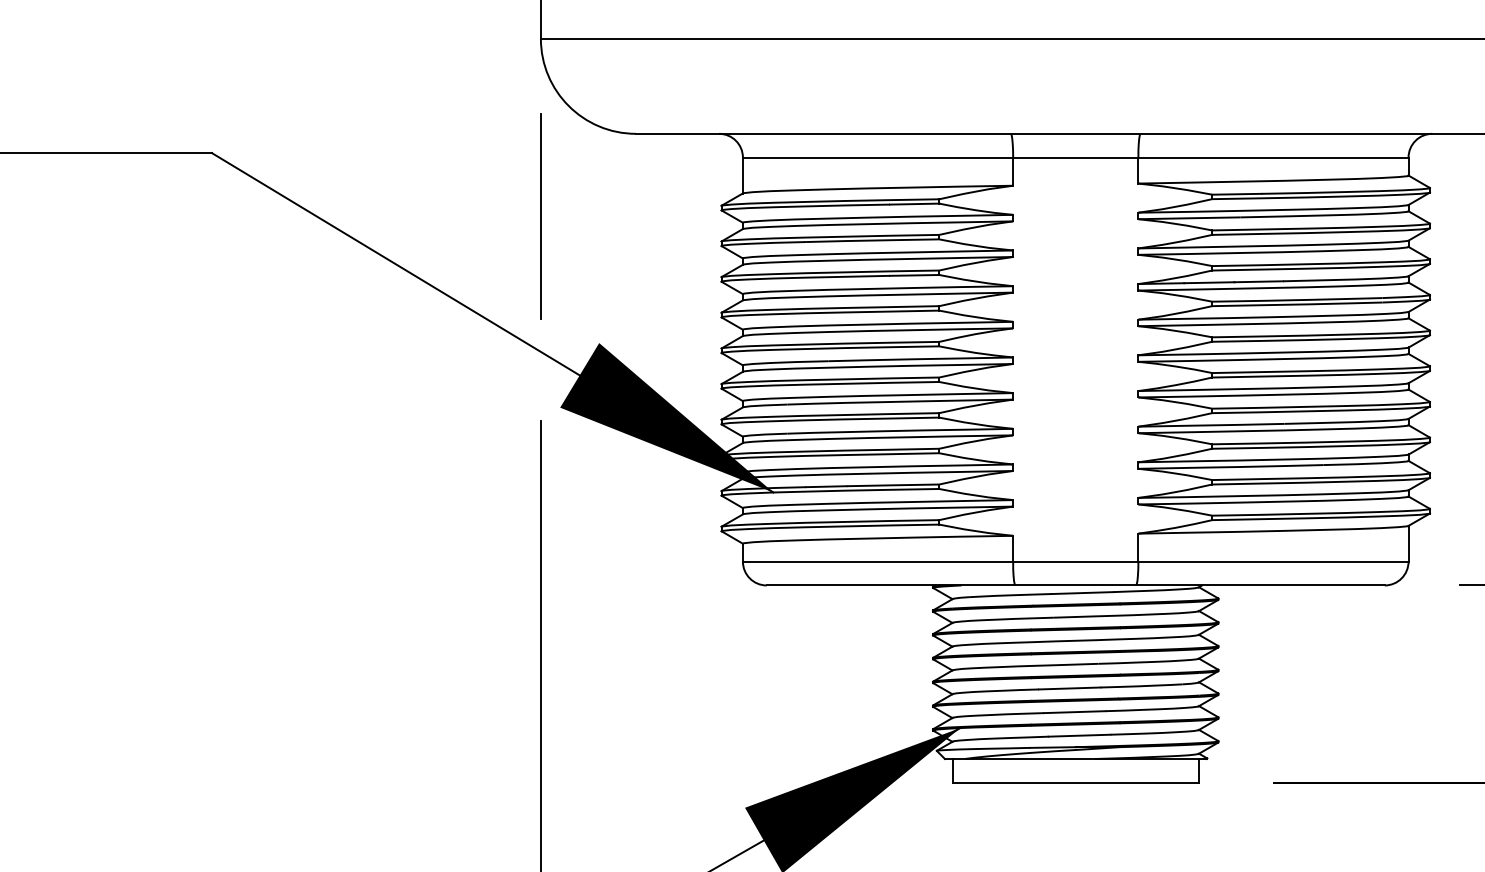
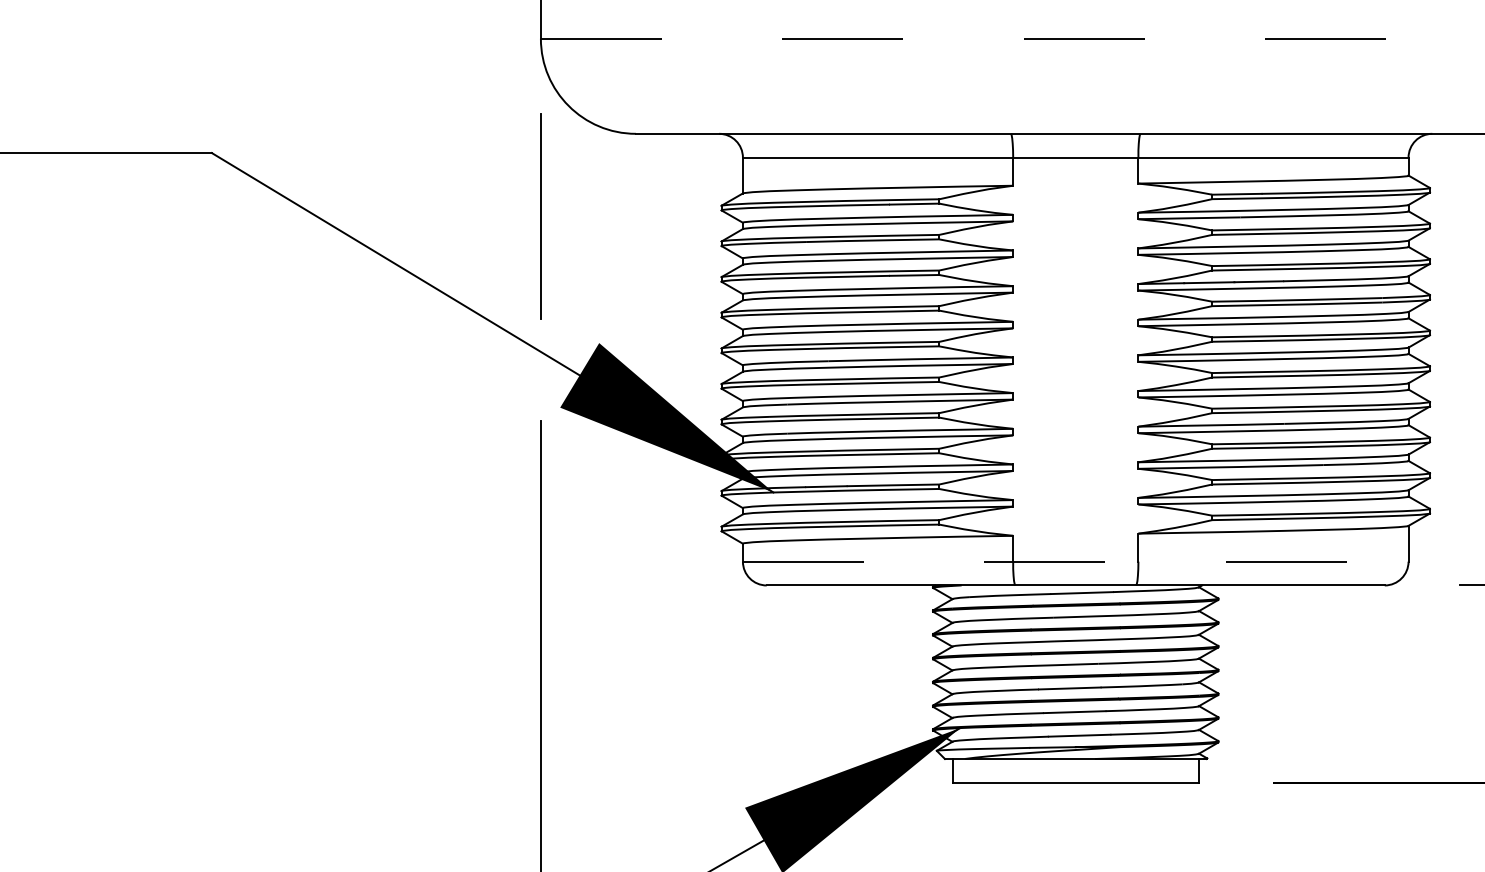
line at (1012, 38): solid -> dashed
line at (1075, 561): solid -> dashed
